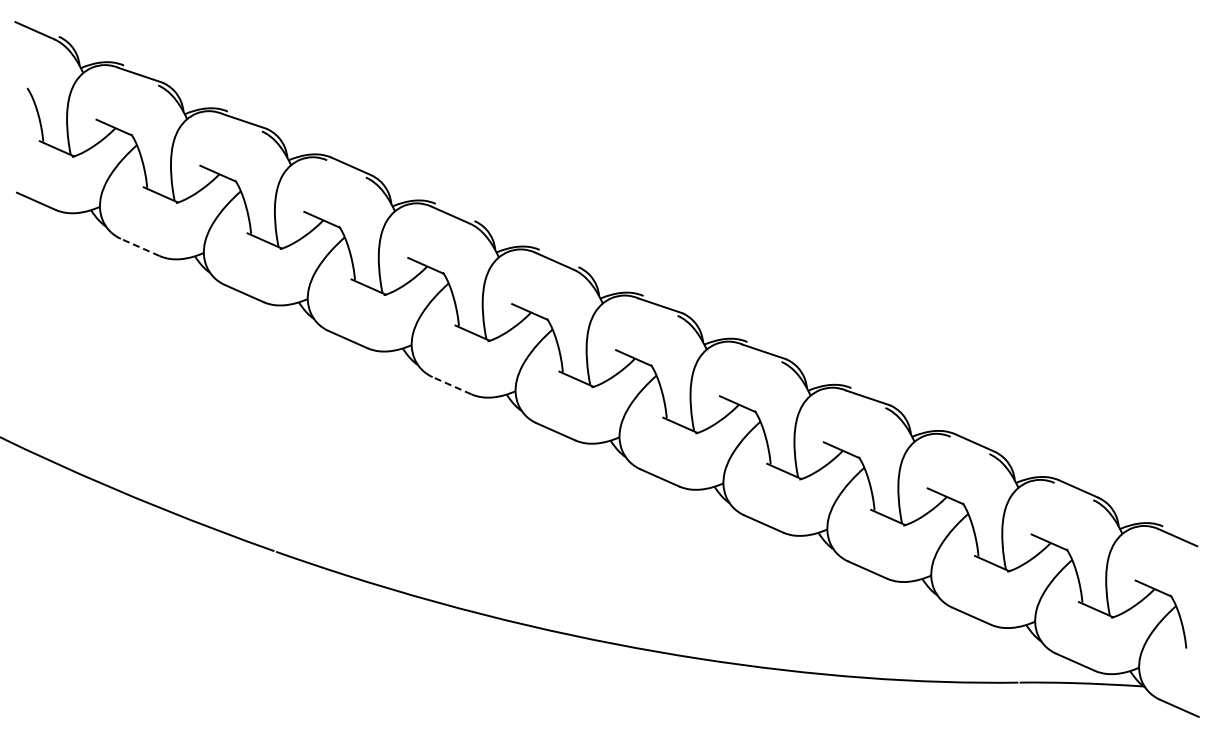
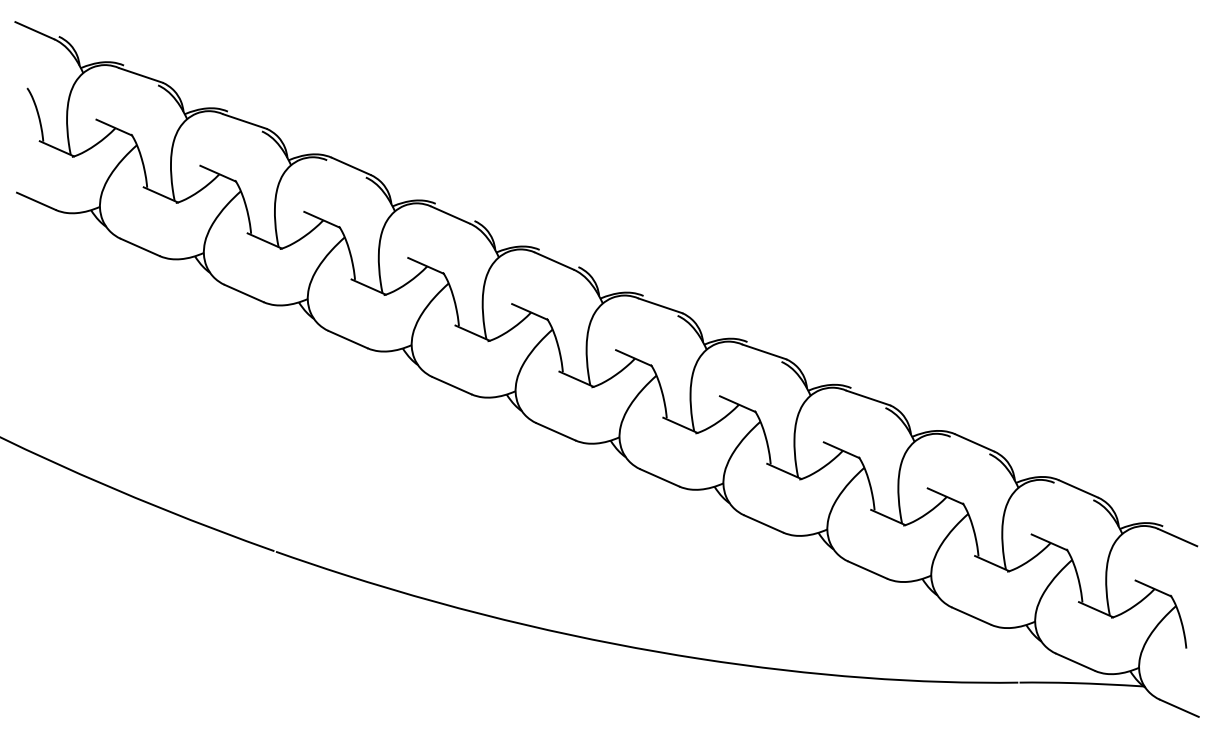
line at (139, 247): dashed -> solid
line at (451, 385): dashed -> solid
